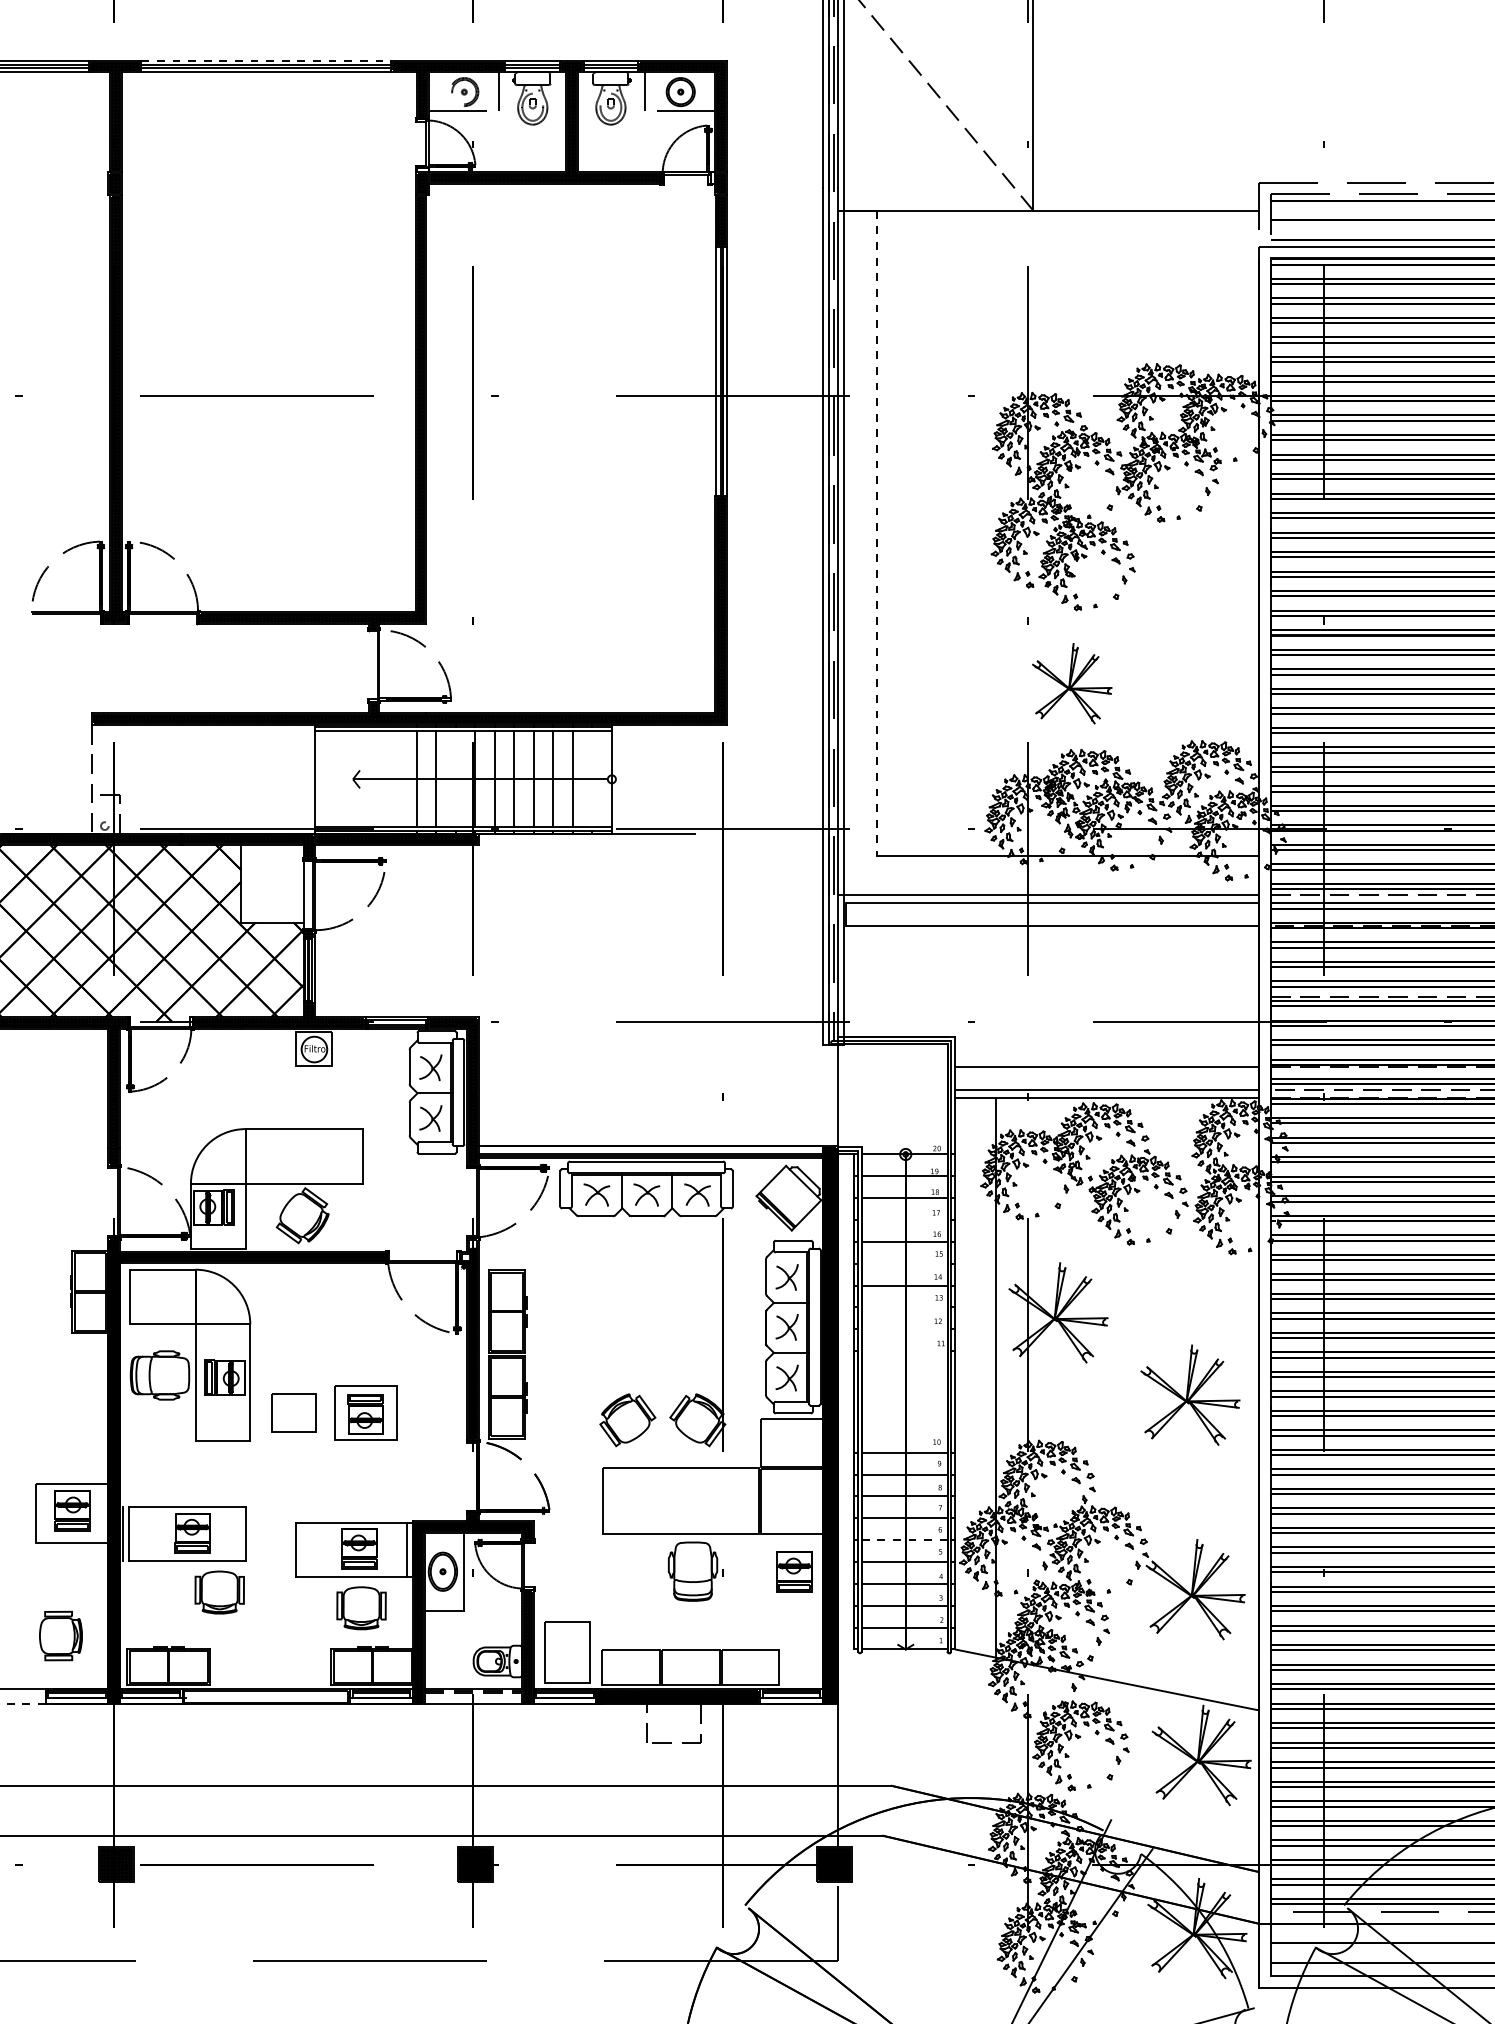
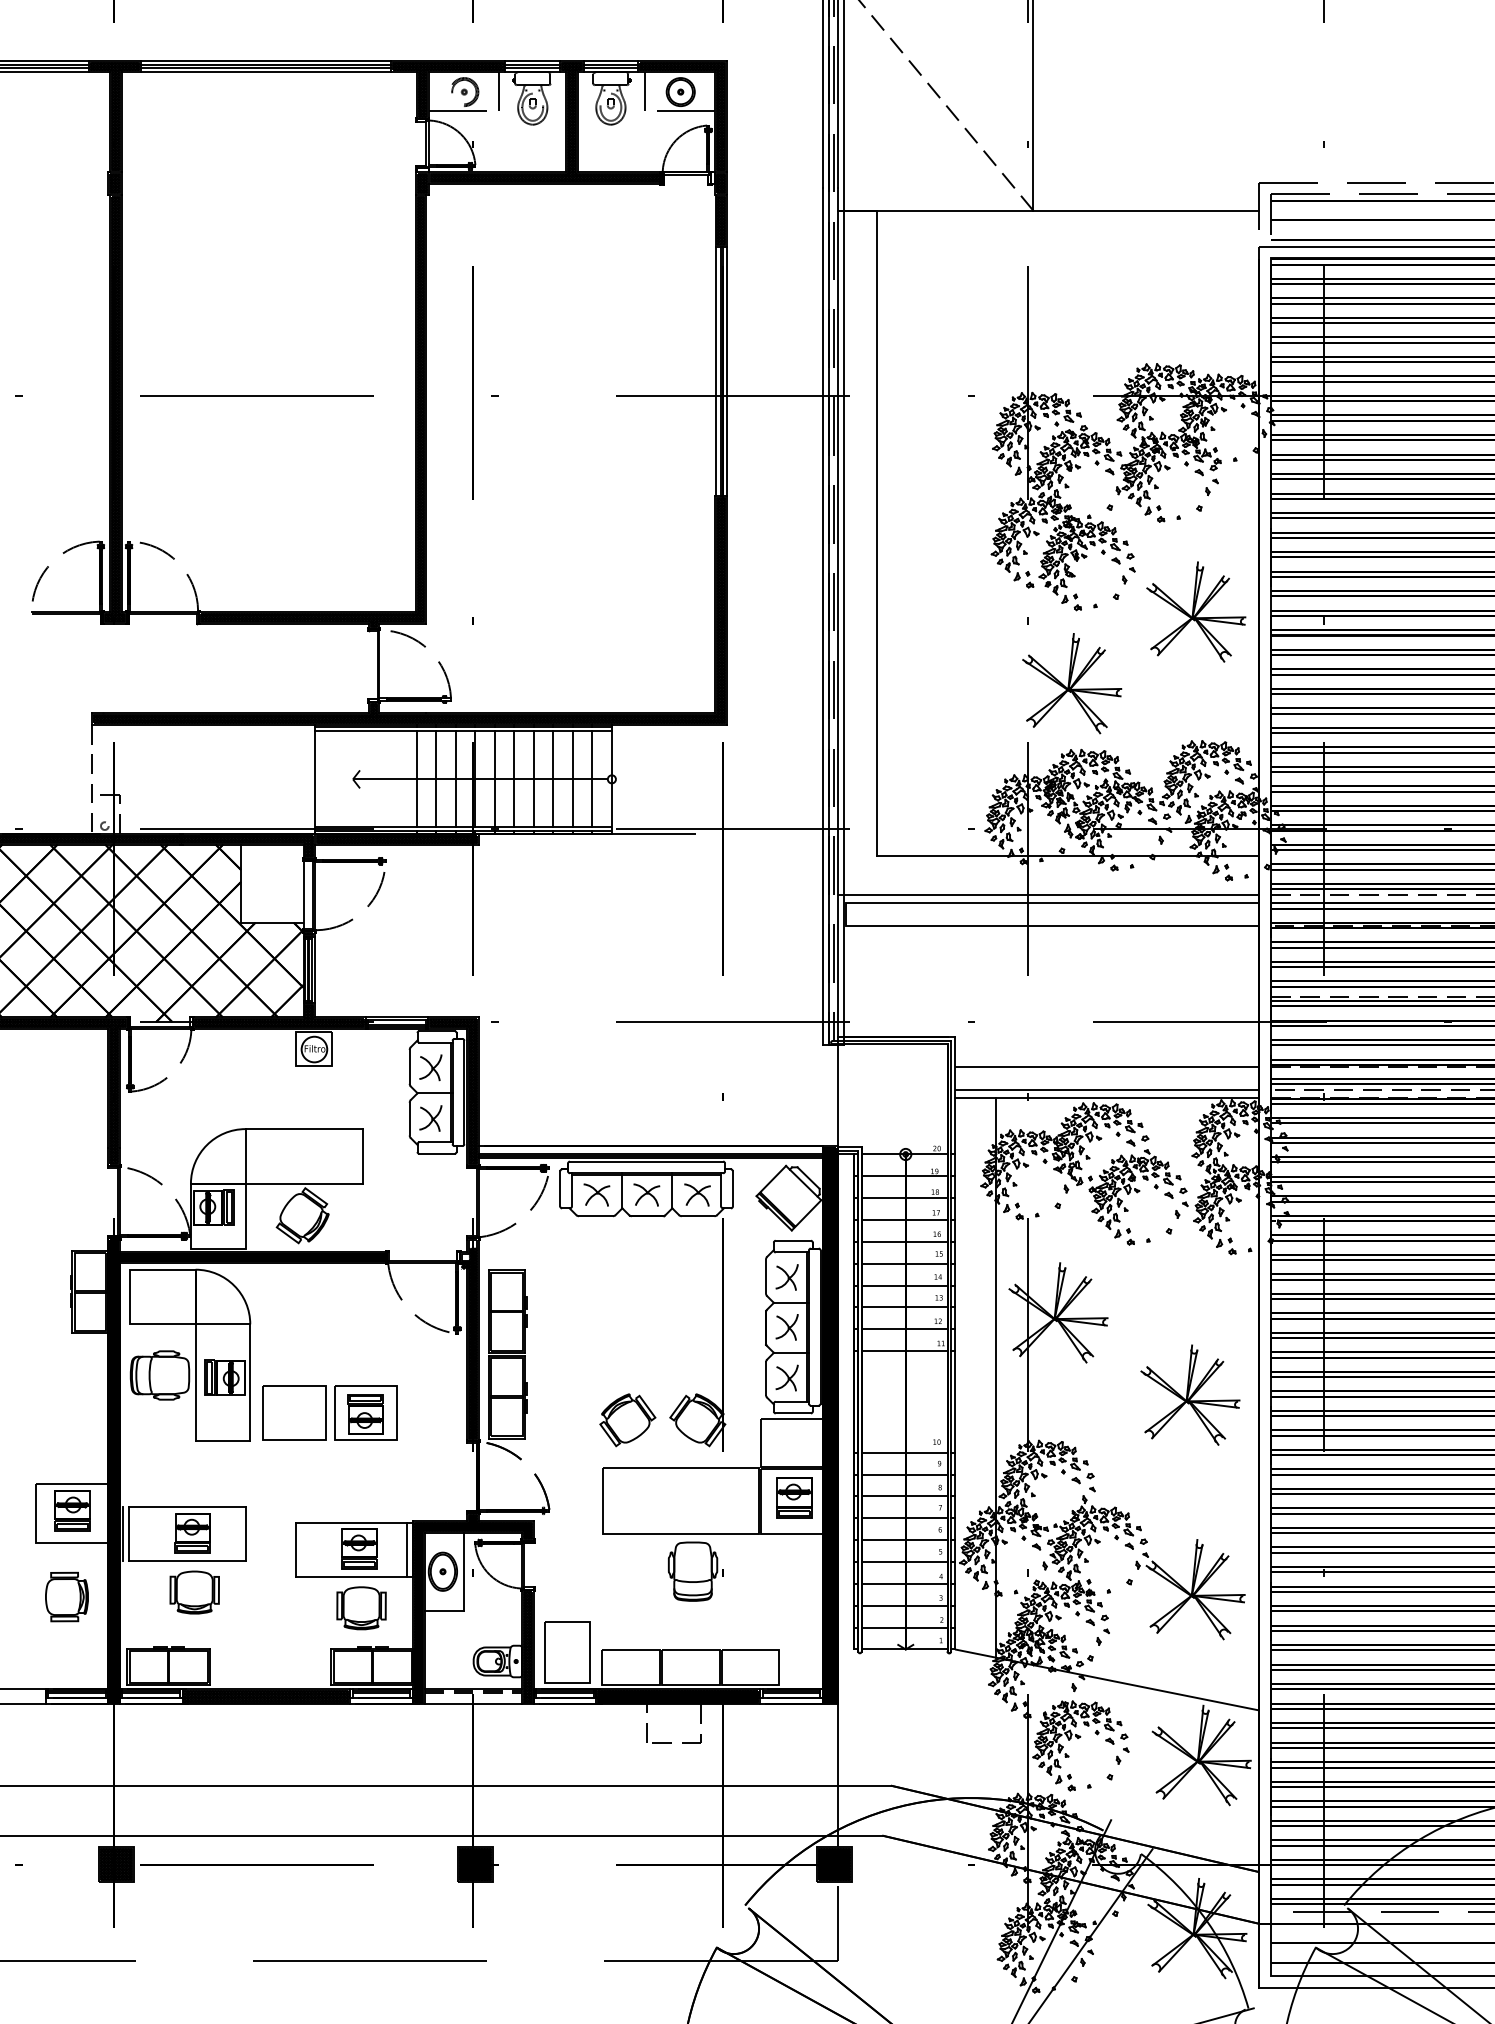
line at (266, 60): dashed -> solid
line at (877, 533): dashed -> solid
part at (1196, 611): none -> present
part at (1072, 683) size: 81x82 px -> 101x102 px
line at (455, 779): none -> present
line at (592, 779): none -> present
line at (904, 1220): none -> present
line at (904, 1263): none -> present
line at (904, 1307): none -> present
line at (904, 1329): none -> present
line at (904, 1351): none -> present
part at (293, 1412) size: 46x40 px -> 65x56 px
line at (904, 1540): dashed -> solid
part at (794, 1571) position: (794, 1571) -> (794, 1497)
part at (219, 1592) position: (219, 1592) -> (194, 1592)
part at (60, 1635) position: (60, 1635) -> (66, 1596)
hatch at (266, 1696): none -> present
line at (22, 1704): dashed -> solid
